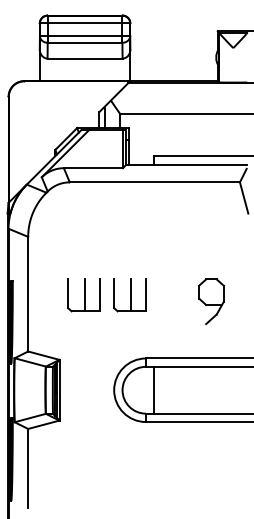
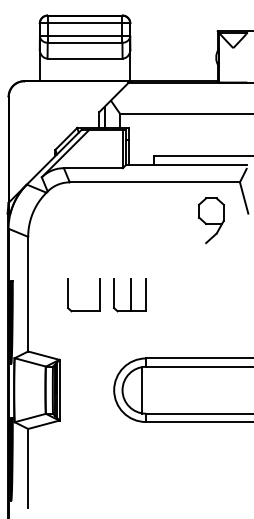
line at (84, 295): present -> none
part at (211, 301) position: (211, 301) -> (211, 220)
line at (153, 389) position: (153, 389) -> (141, 389)
